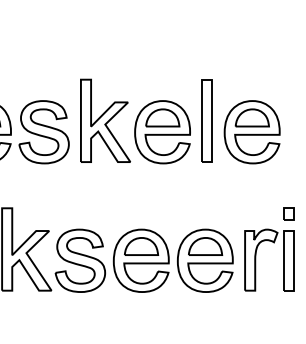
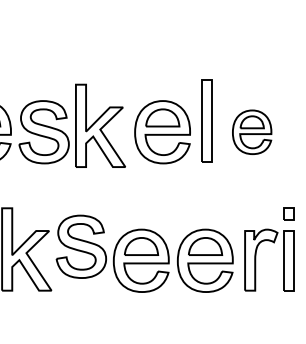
part at (105, 120) position: (105, 120) -> (100, 125)
part at (251, 132) size: 58x65 px -> 41x46 px
part at (79, 260) position: (79, 260) -> (80, 246)
